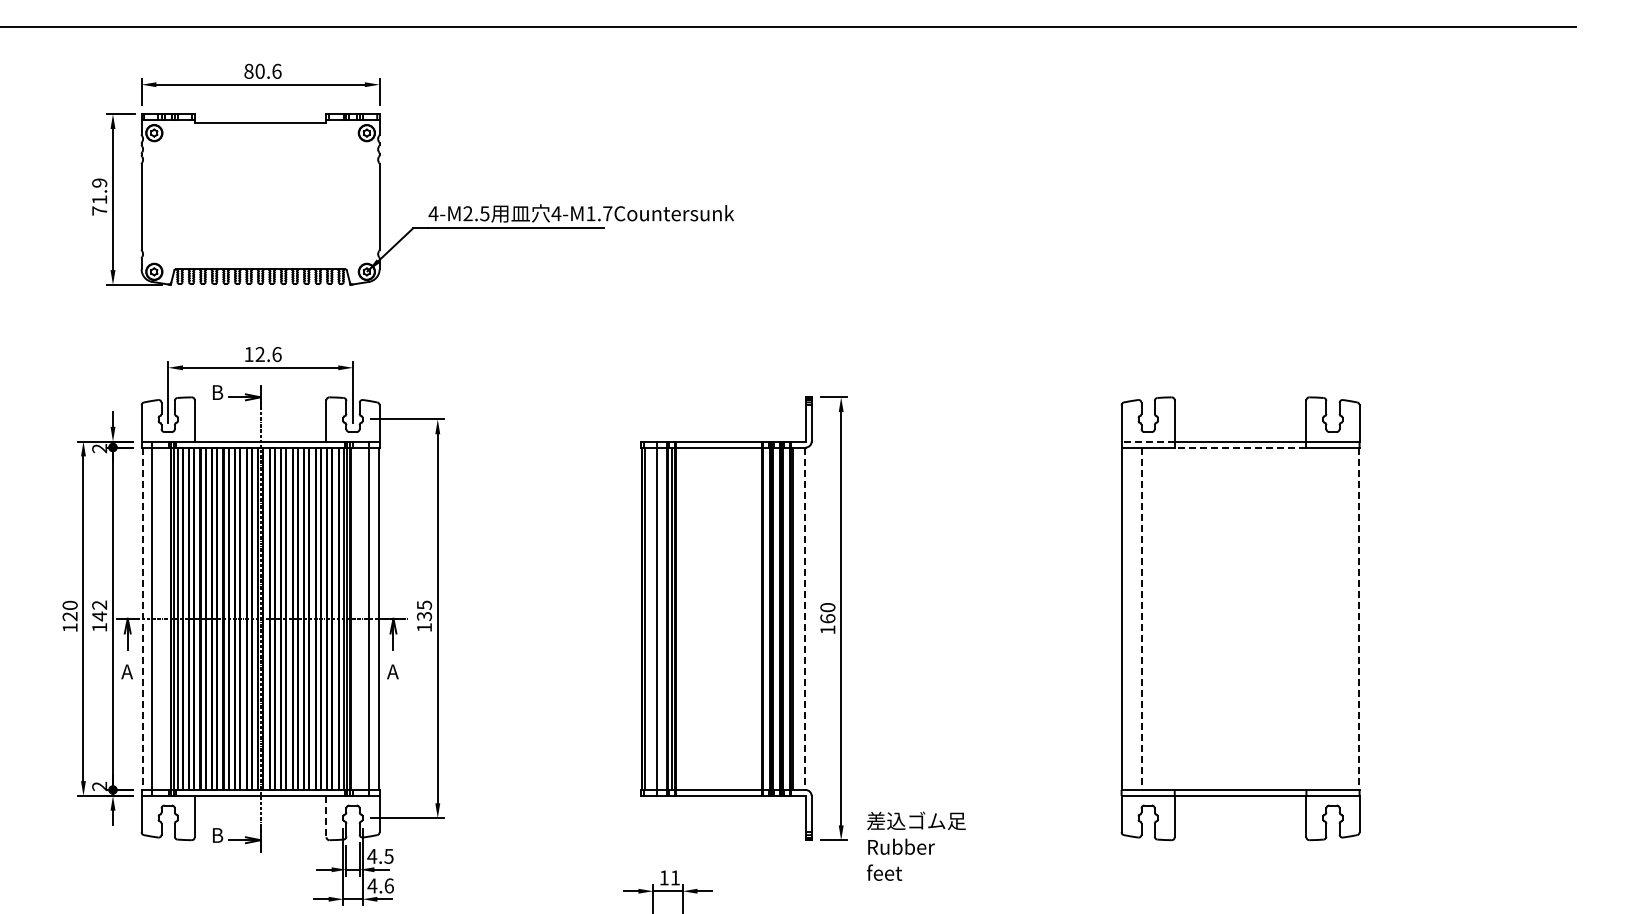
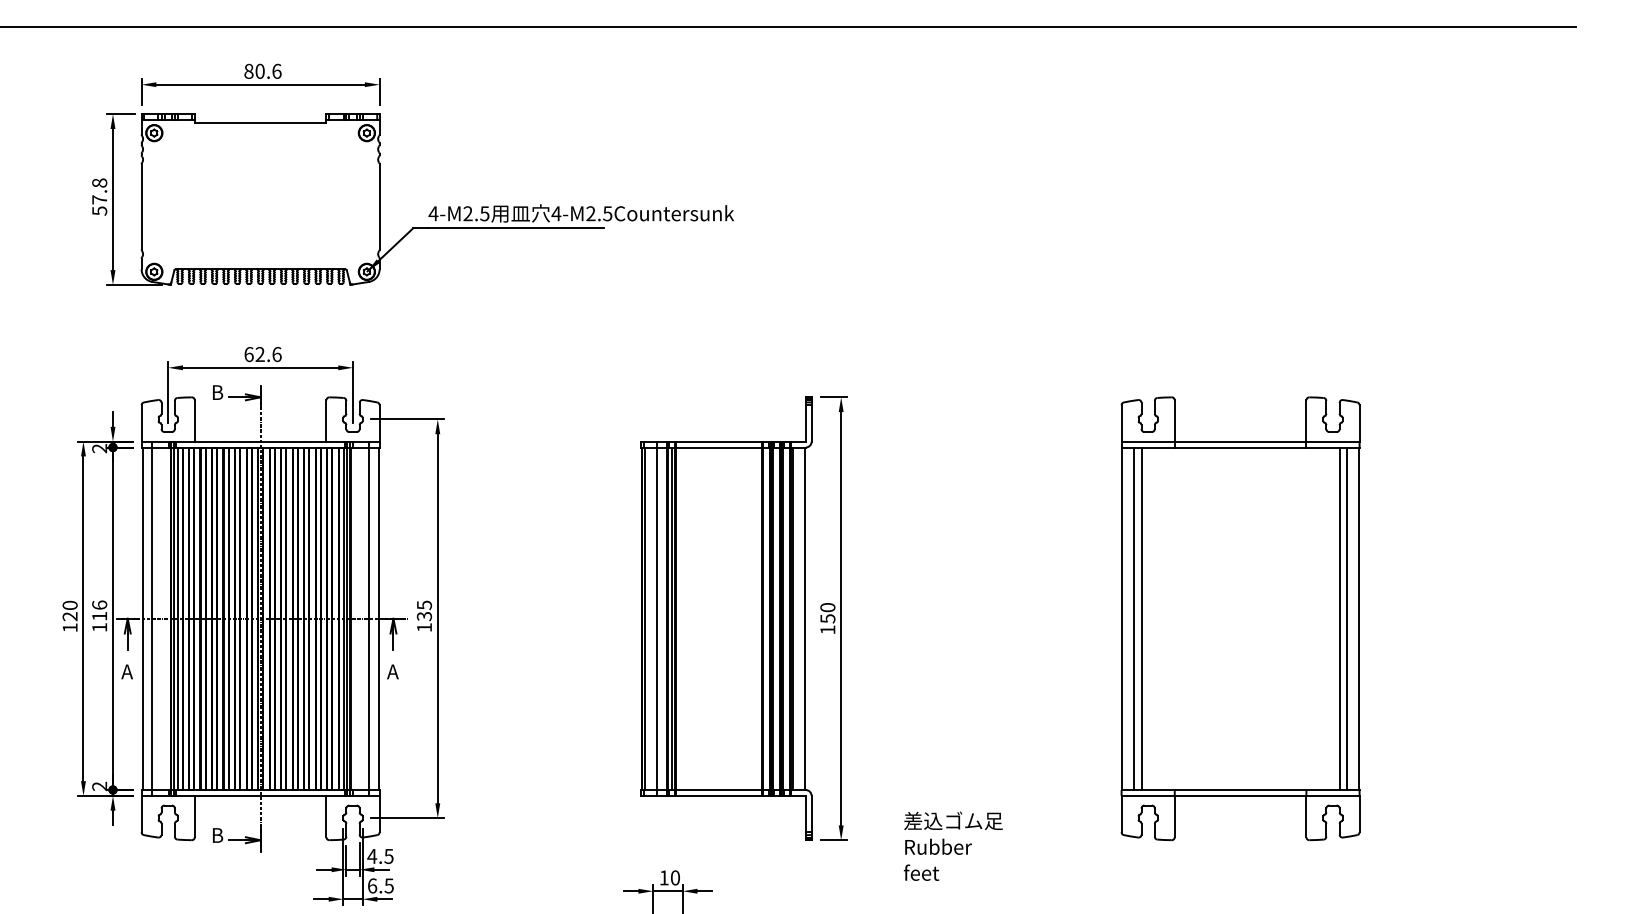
text at (99, 196): 71.9 -> 57.8
text at (599, 213): 4-M1.7Countersunk -> 4-M2.5Countersunk
text at (248, 354): 12.6 -> 62.6
line at (1148, 441): dashed -> solid
line at (1240, 447): dashed -> solid
text at (99, 610): 142 -> 116
text at (827, 618): 160 -> 150
line at (1134, 618): none -> present
line at (1339, 618): none -> present
line at (1346, 618): none -> present
line at (142, 619): dashed -> solid
line at (804, 619): dashed -> solid
line at (1141, 619): dashed -> solid
line at (1358, 619): dashed -> solid
line at (326, 816): dashed -> solid
text at (915, 845) position: (915, 845) -> (952, 845)
text at (675, 877): 11 -> 10
text at (380, 885): 4.6 -> 6.5
